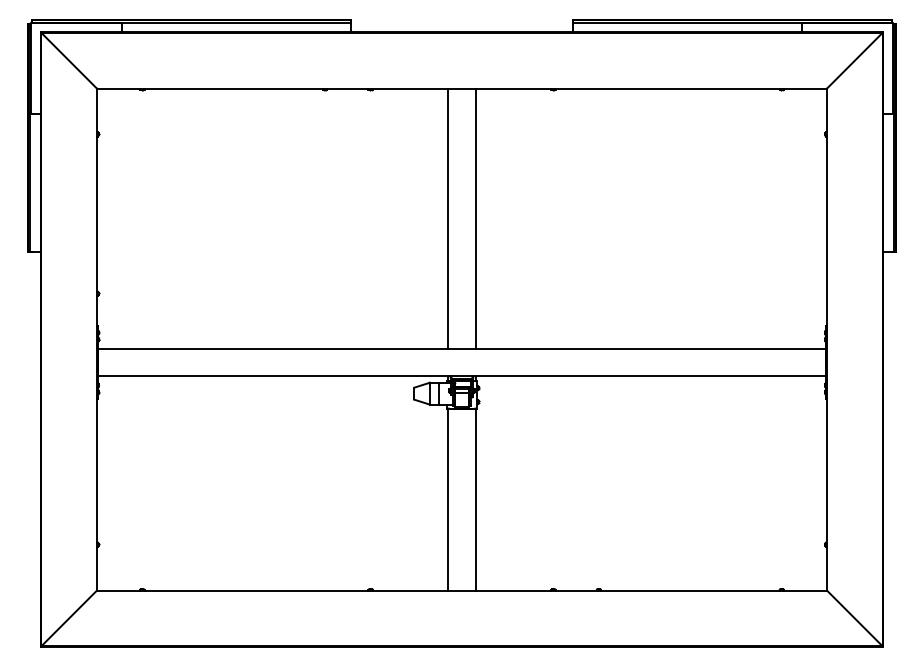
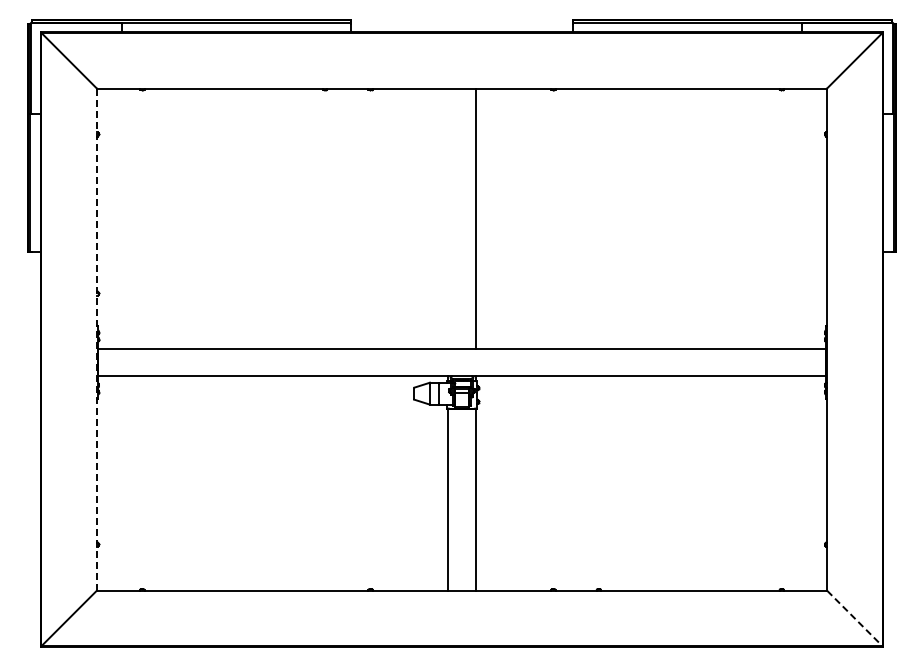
line at (448, 218): present -> none
line at (97, 339): solid -> dashed
line at (855, 618): solid -> dashed
